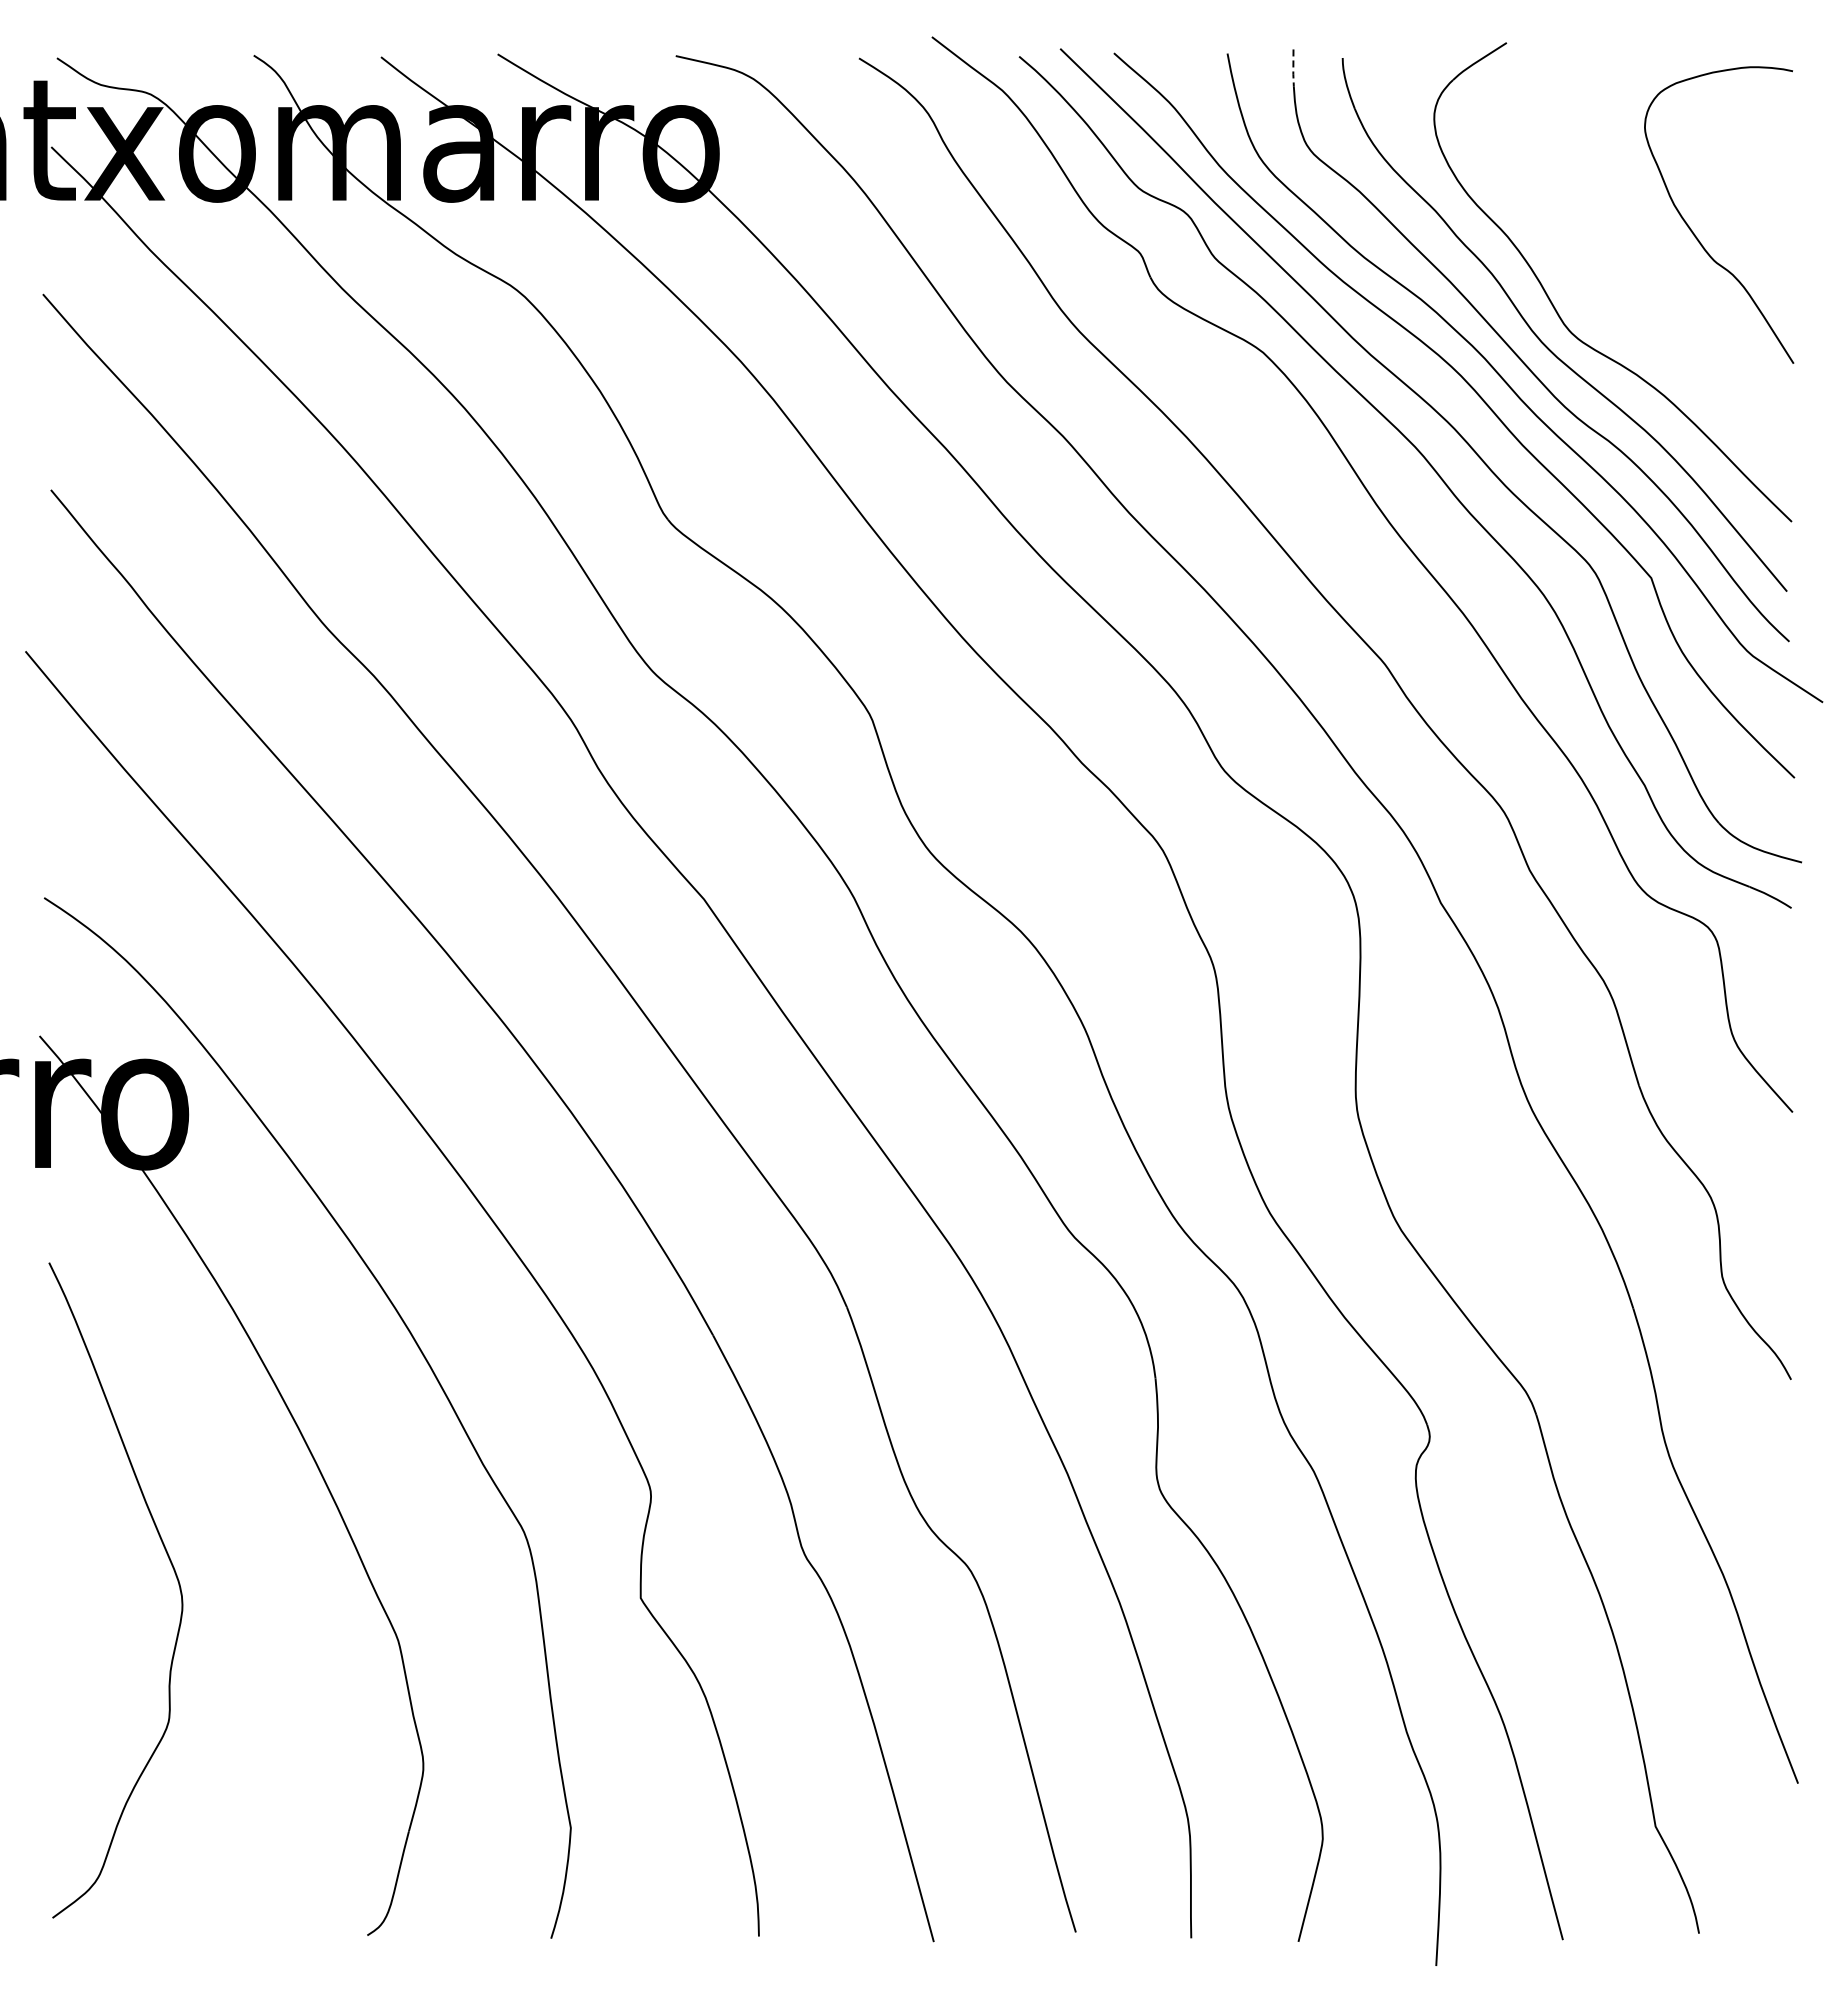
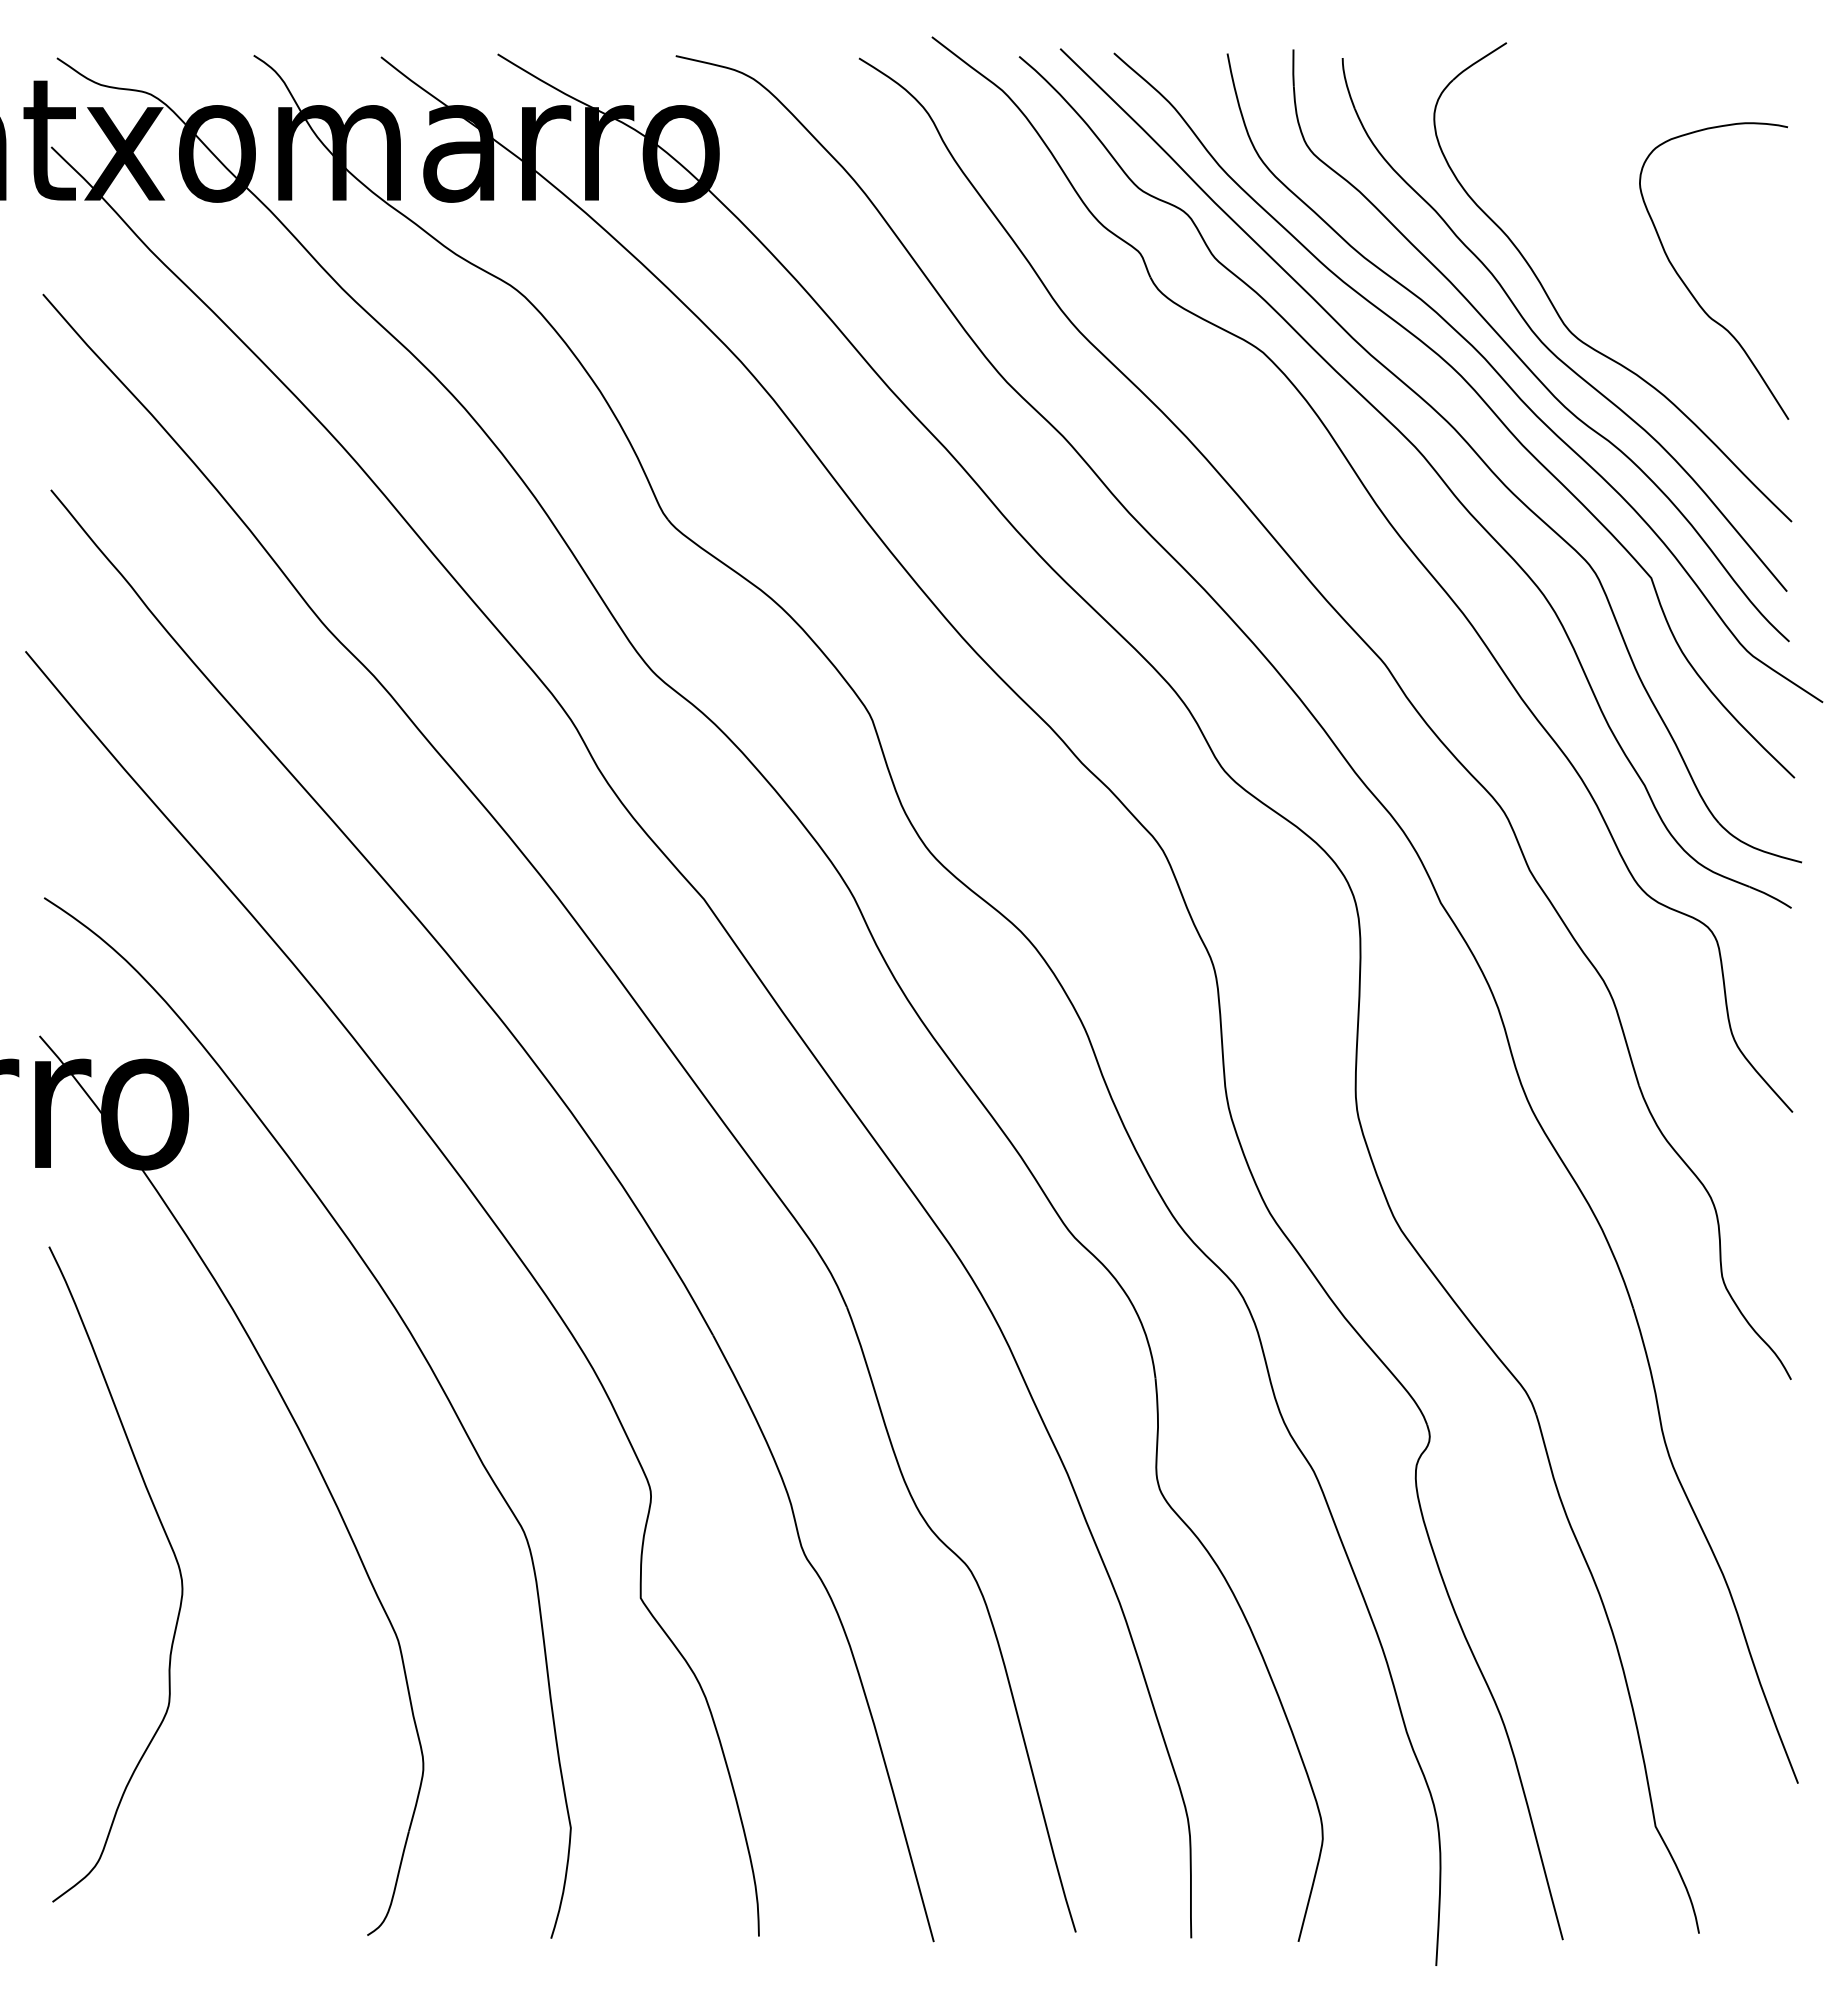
line at (1293, 69): dashed -> solid
curve at (1693, 231) position: (1693, 231) -> (1688, 287)
curve at (172, 1568) position: (172, 1568) -> (172, 1552)
